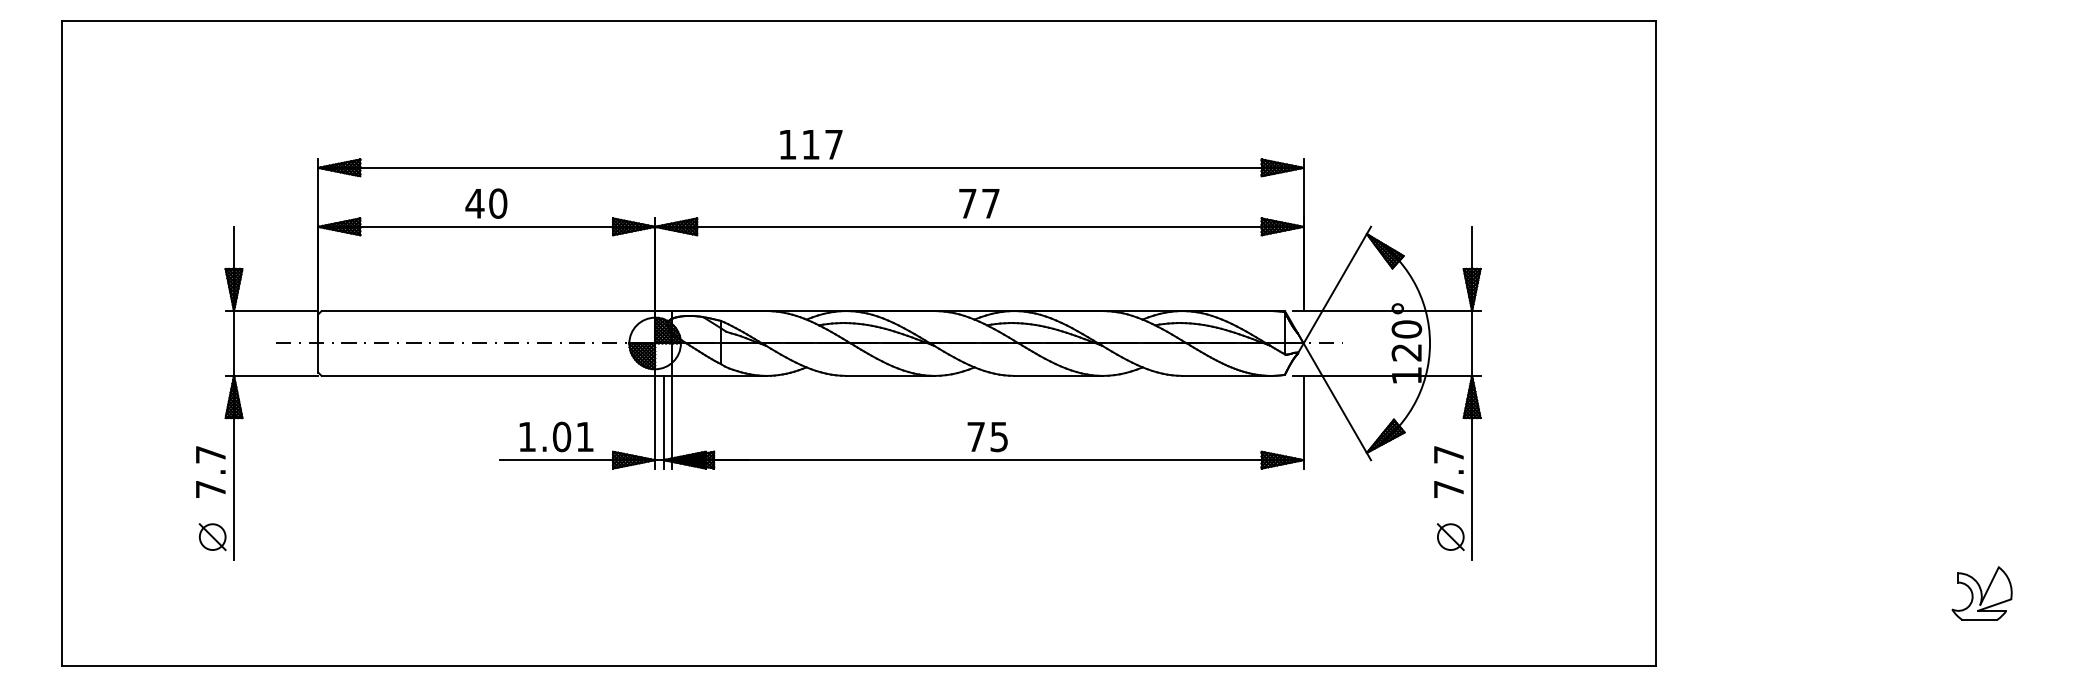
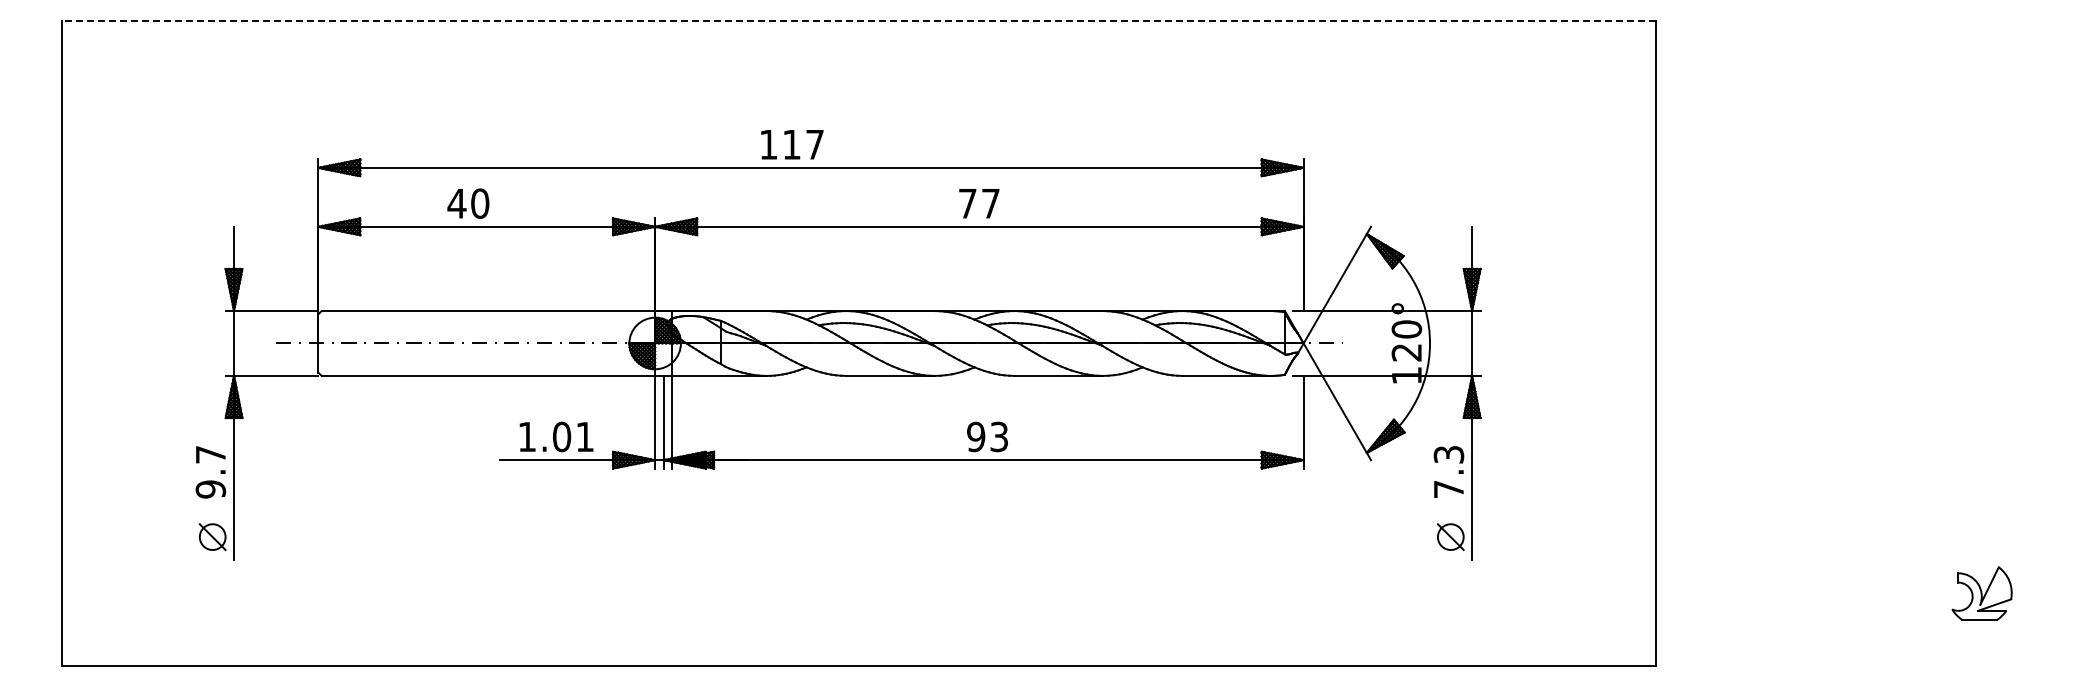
line at (858, 20): solid -> dashed
text at (811, 144) position: (811, 144) -> (792, 144)
text at (486, 203) position: (486, 203) -> (468, 203)
text at (987, 436): 75 -> 93
text at (1448, 454): 7.7 -> 7.3
text at (210, 489): 7.7 -> 9.7
